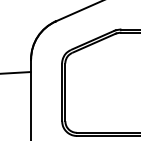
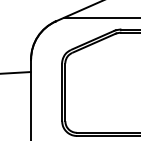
line at (100, 17): none -> present
